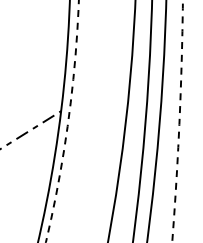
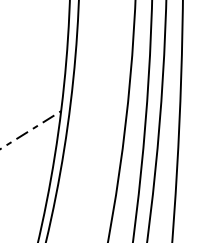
arc at (179, 121): dashed -> solid
arc at (68, 122): dashed -> solid
